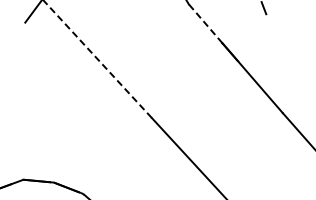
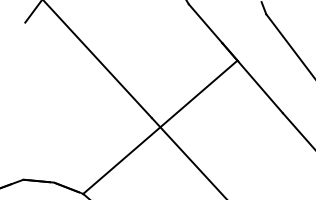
line at (205, 23): dashed -> solid
line at (289, 44): none -> present
line at (97, 58): dashed -> solid
line at (160, 126): none -> present
